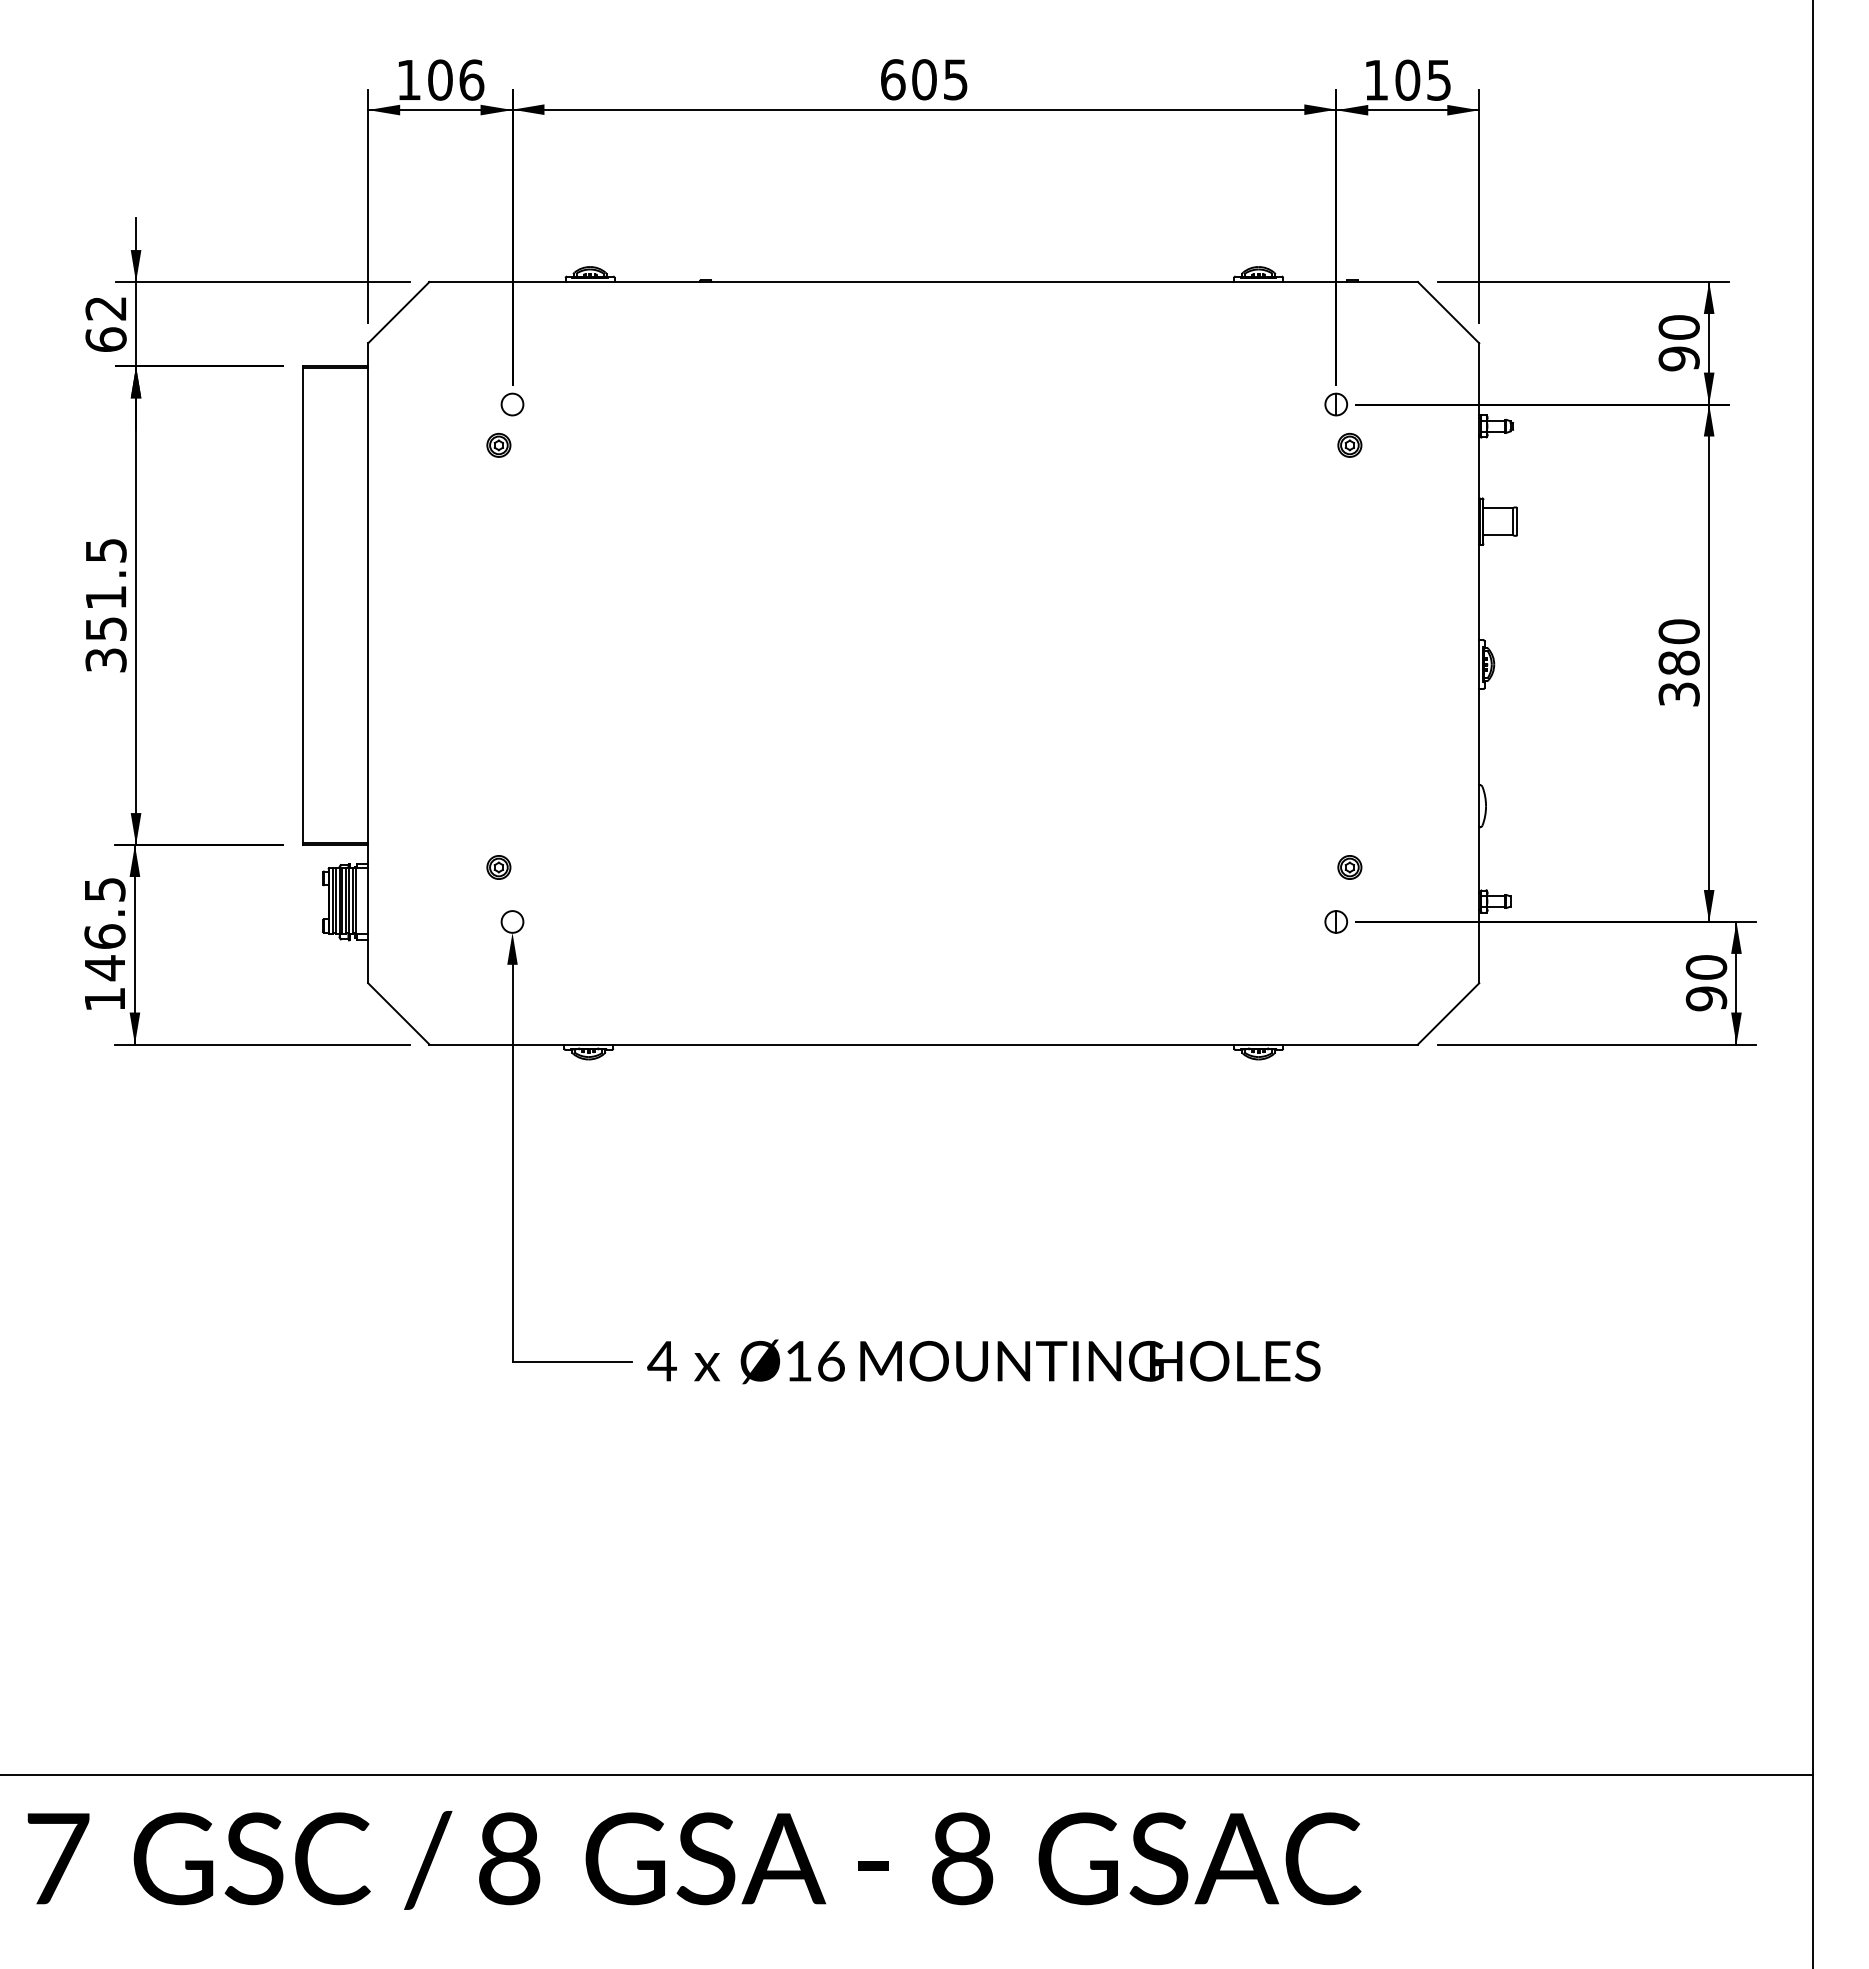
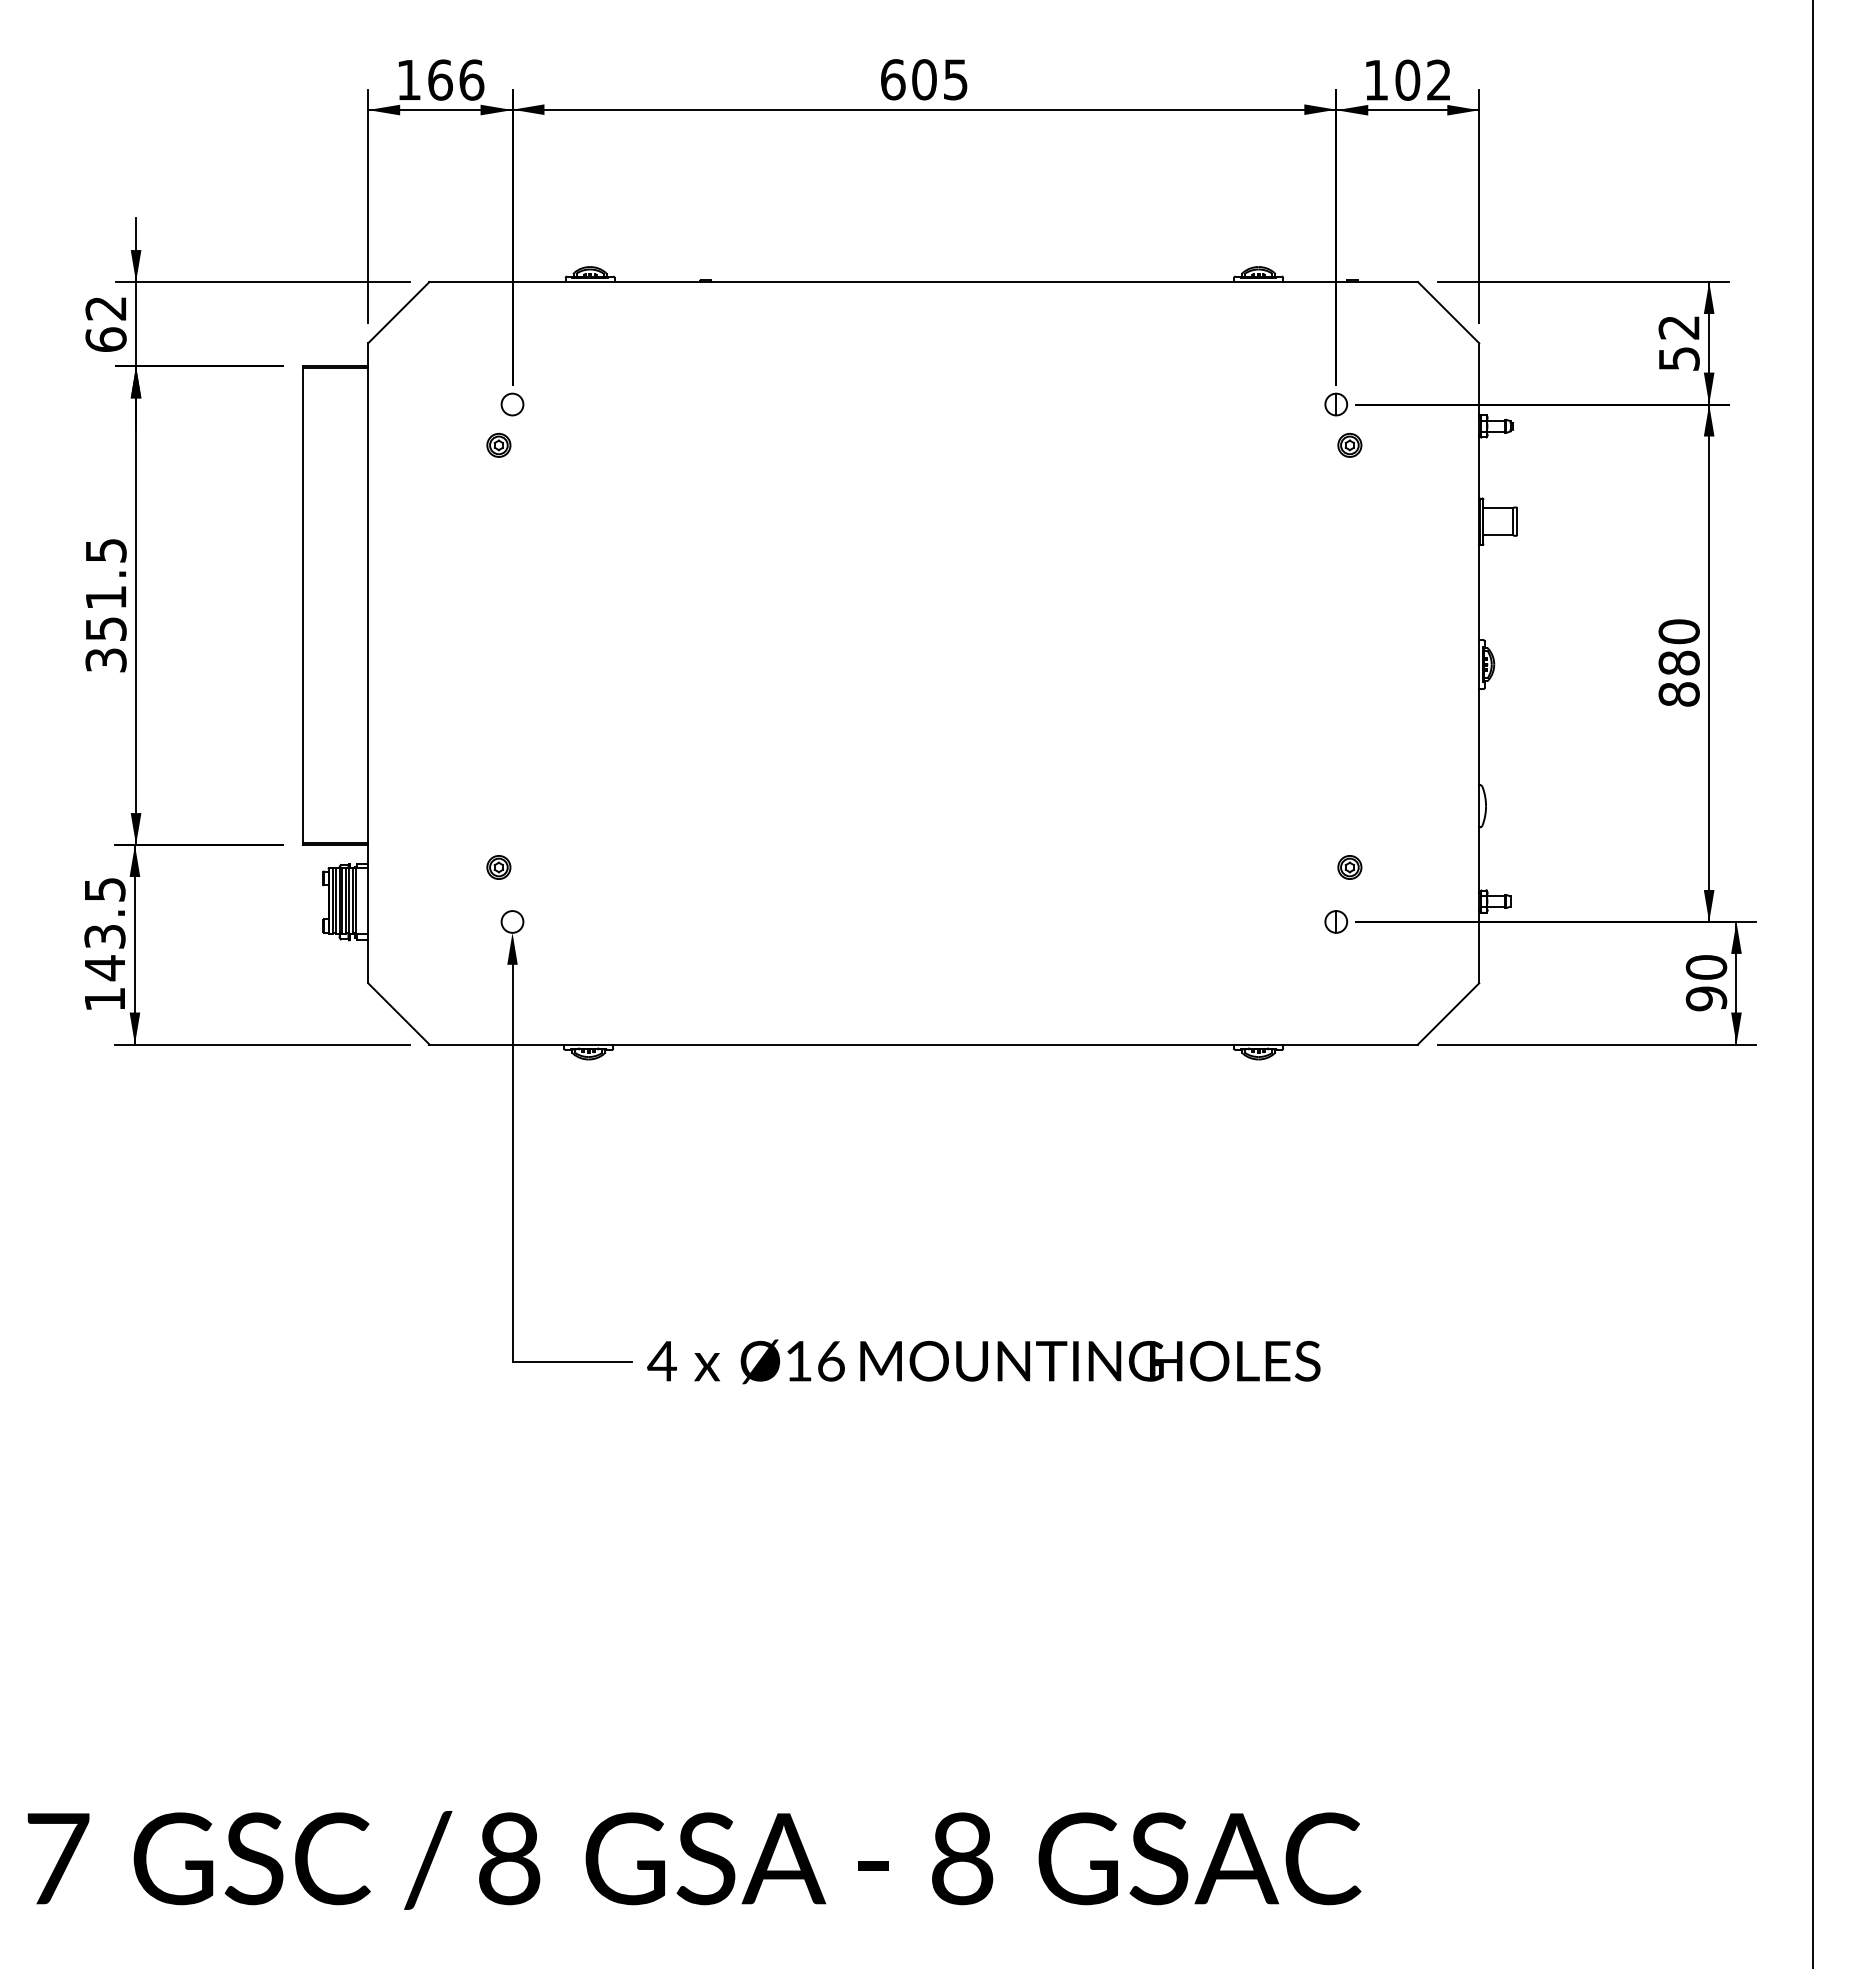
text at (440, 79): 106 -> 166
text at (1438, 79): 105 -> 102
text at (1678, 343): 90 -> 52
text at (1678, 694): 380 -> 880
text at (104, 936): 146.5 -> 143.5
line at (907, 1774): present -> none
